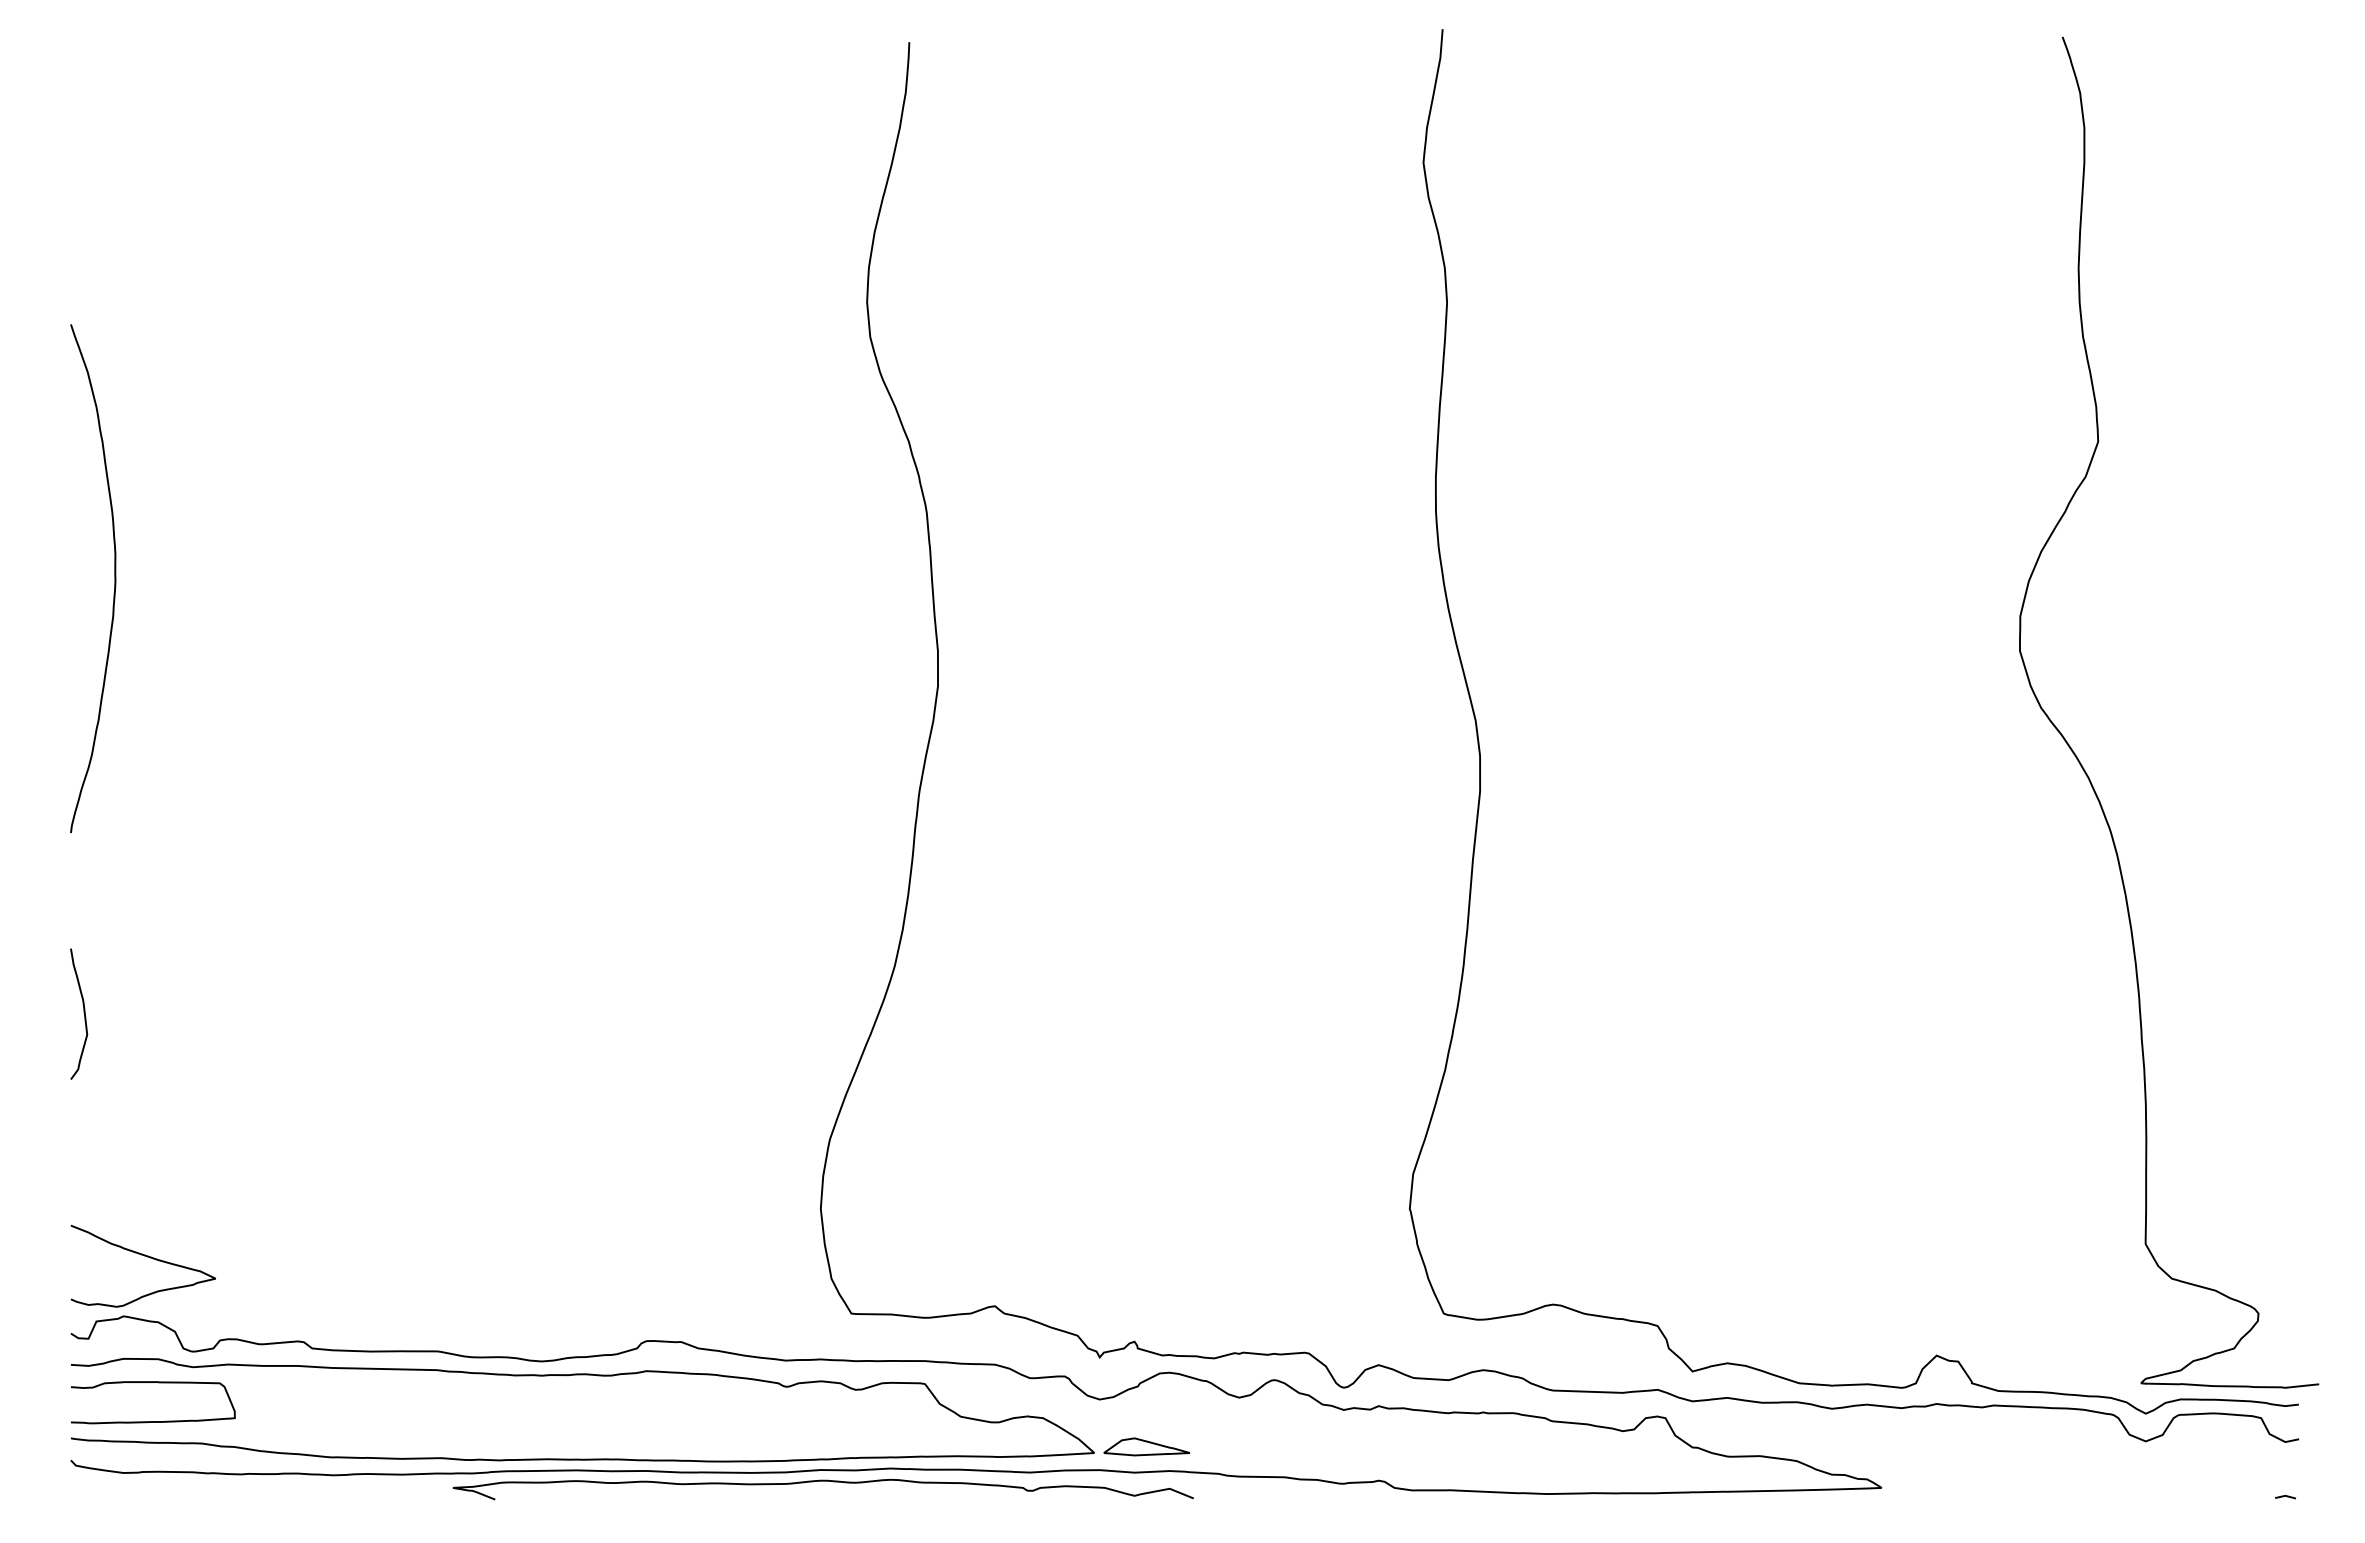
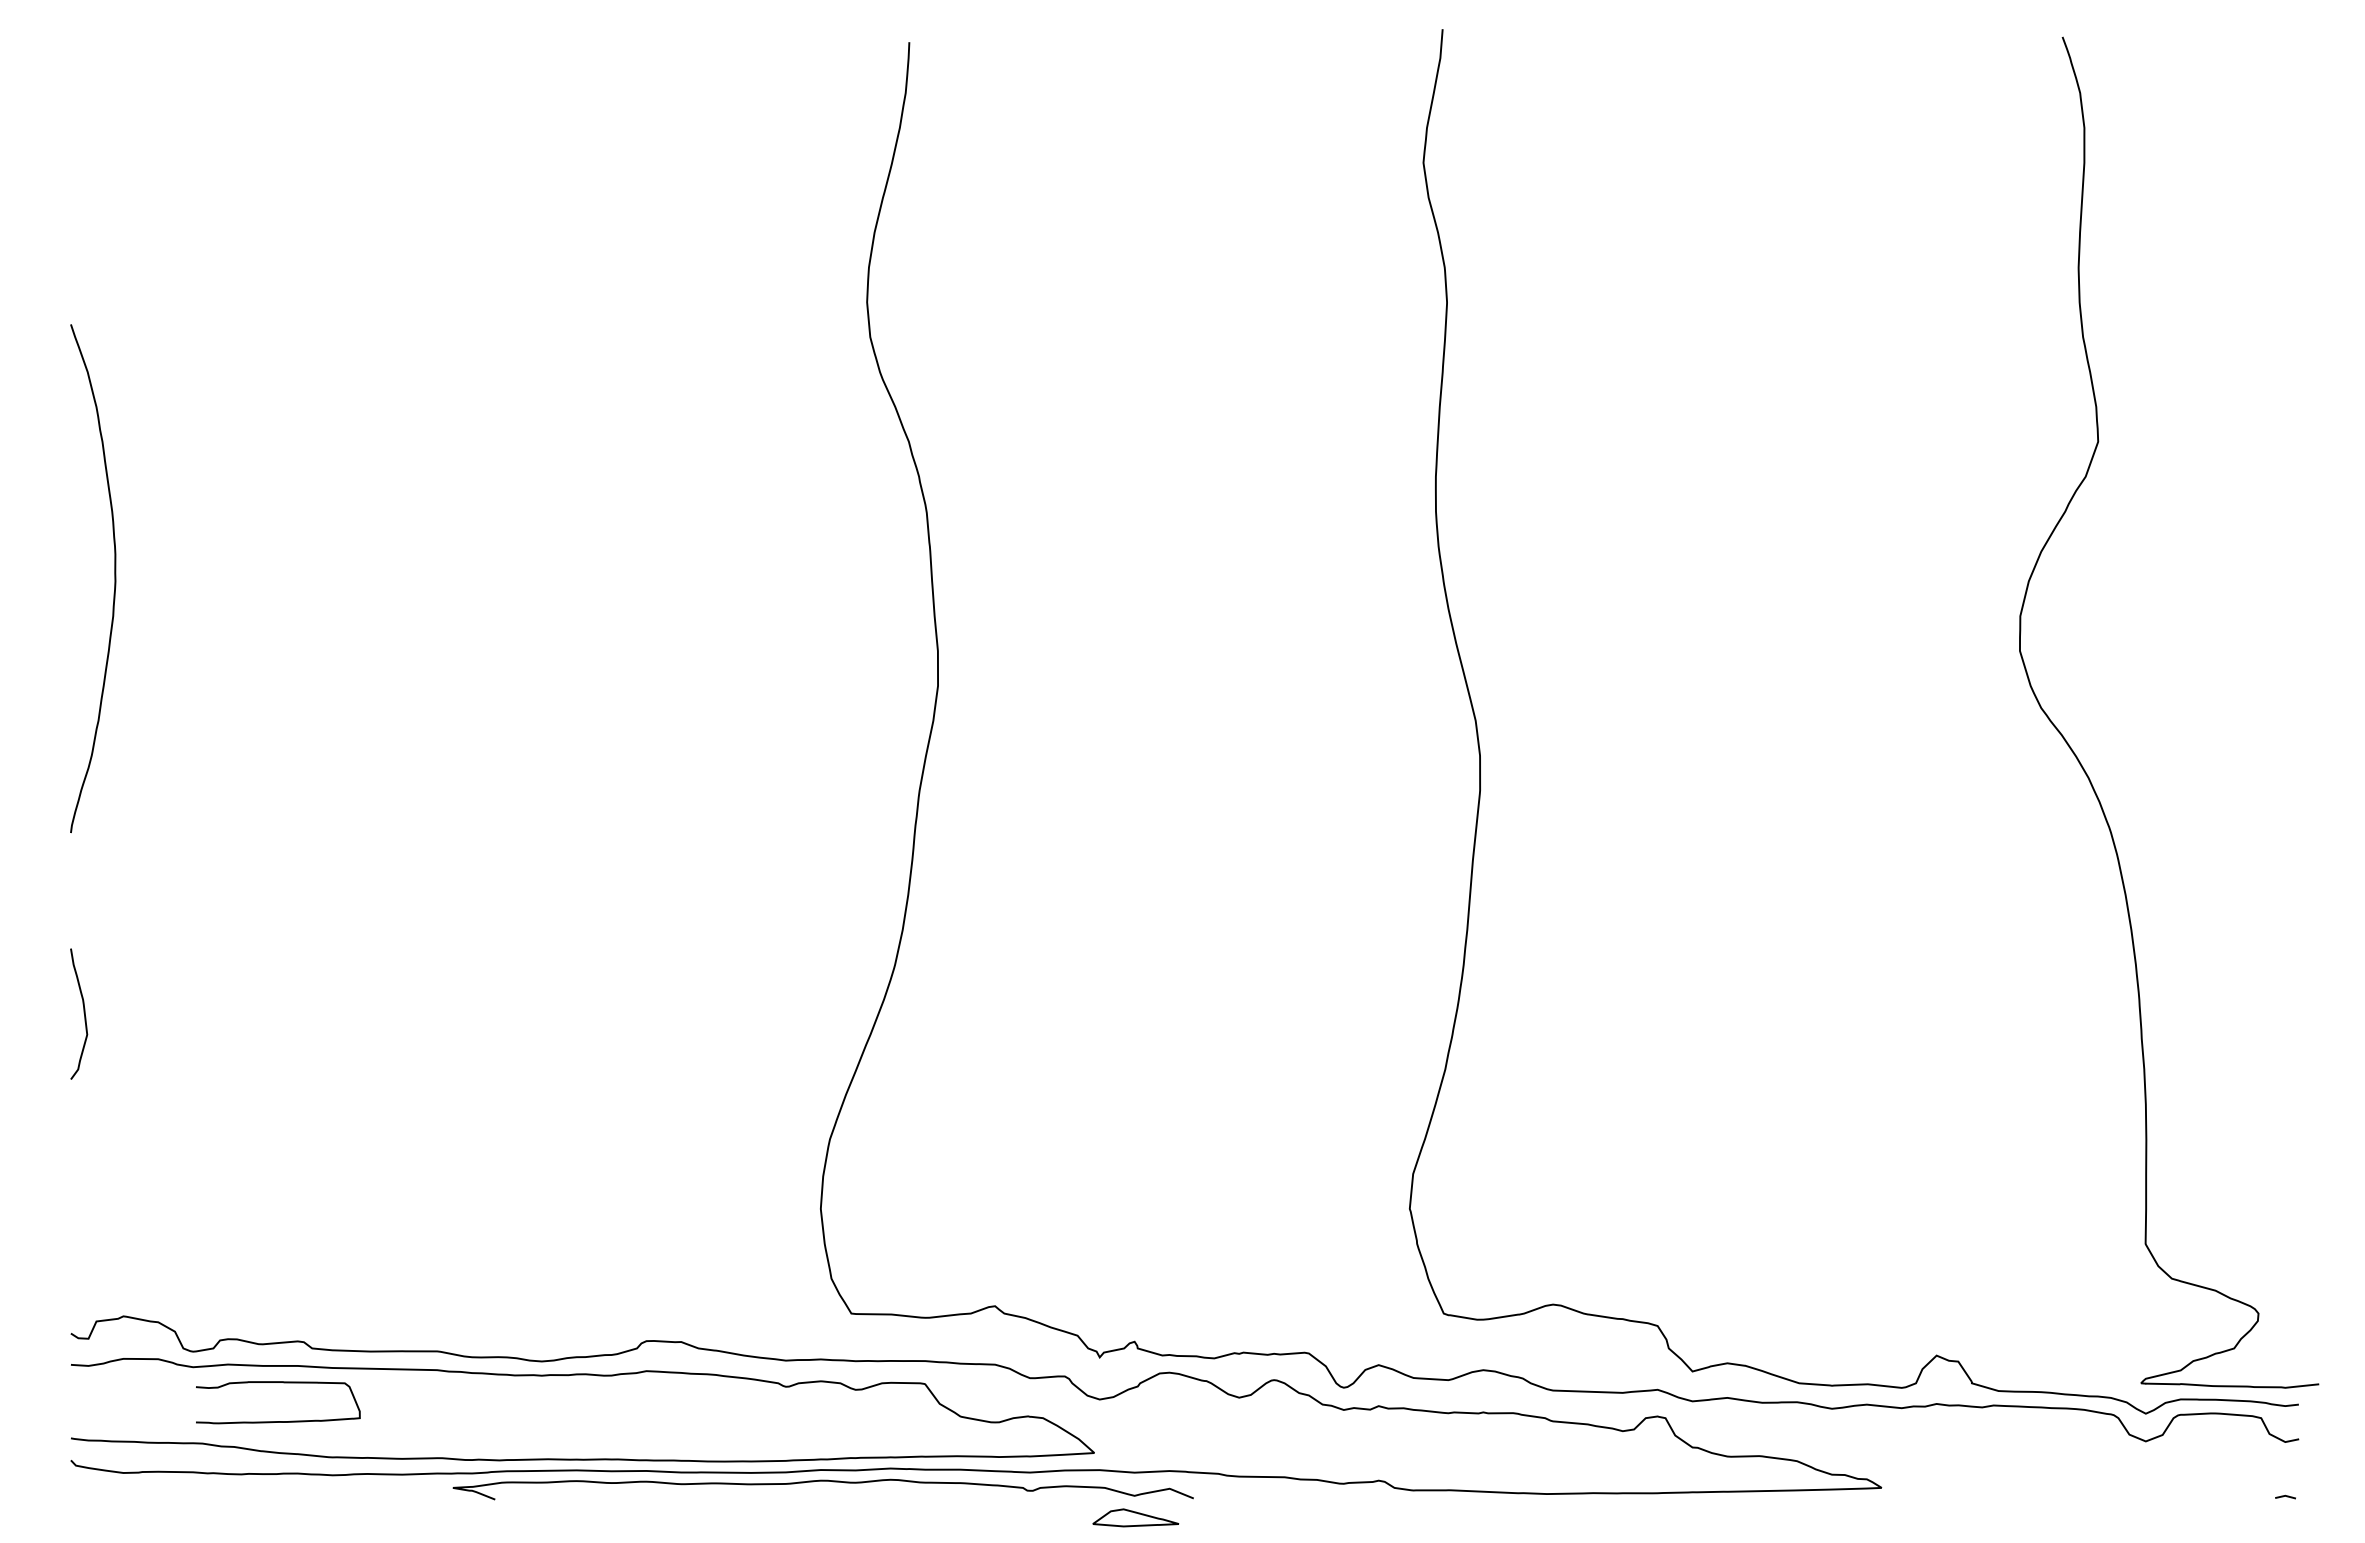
curve at (144, 1256): present -> none
curve at (153, 1421) position: (153, 1421) -> (278, 1421)
part at (1146, 1446) position: (1146, 1446) -> (1135, 1517)
